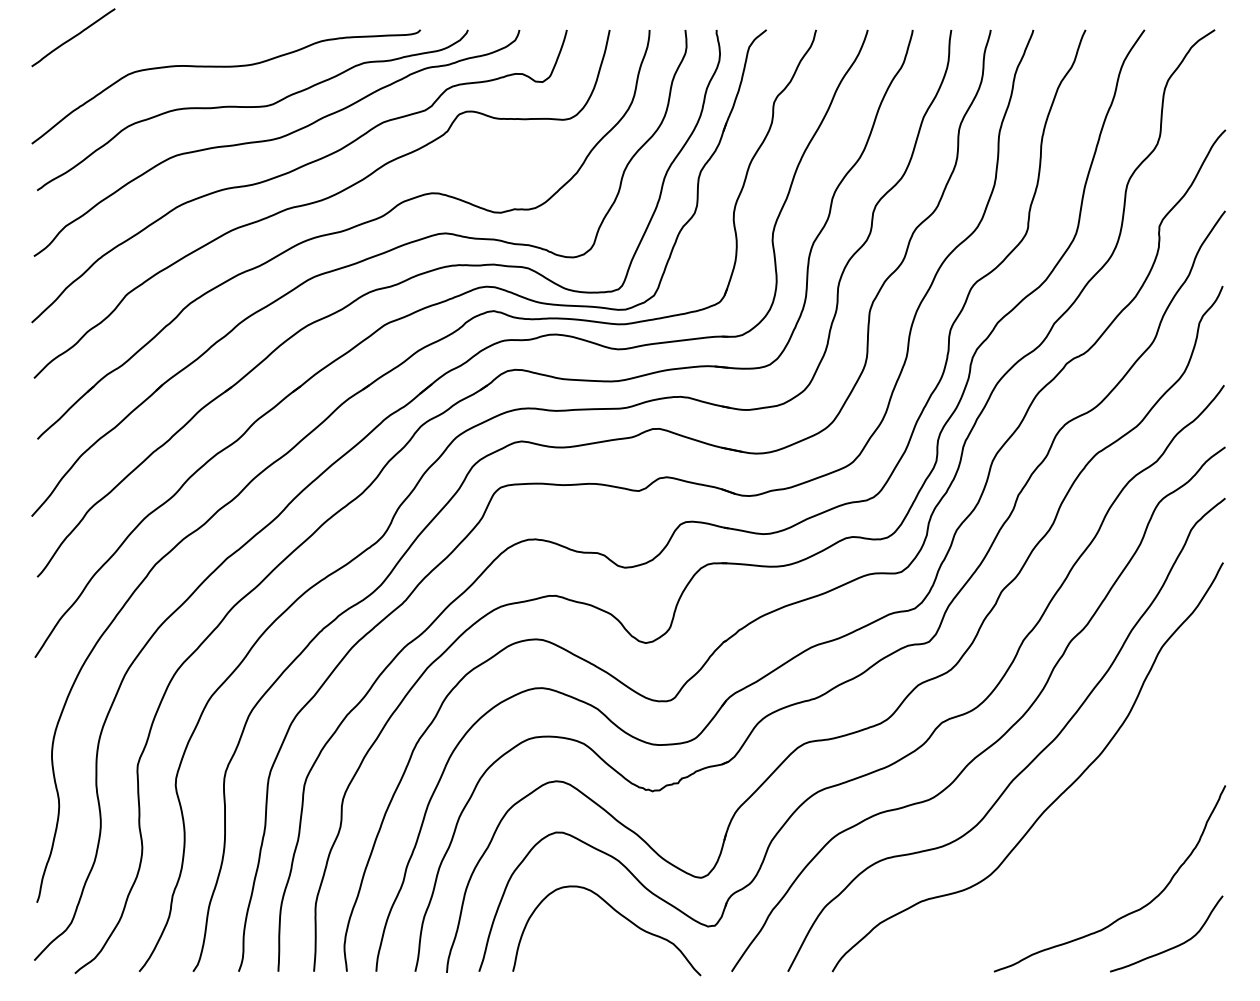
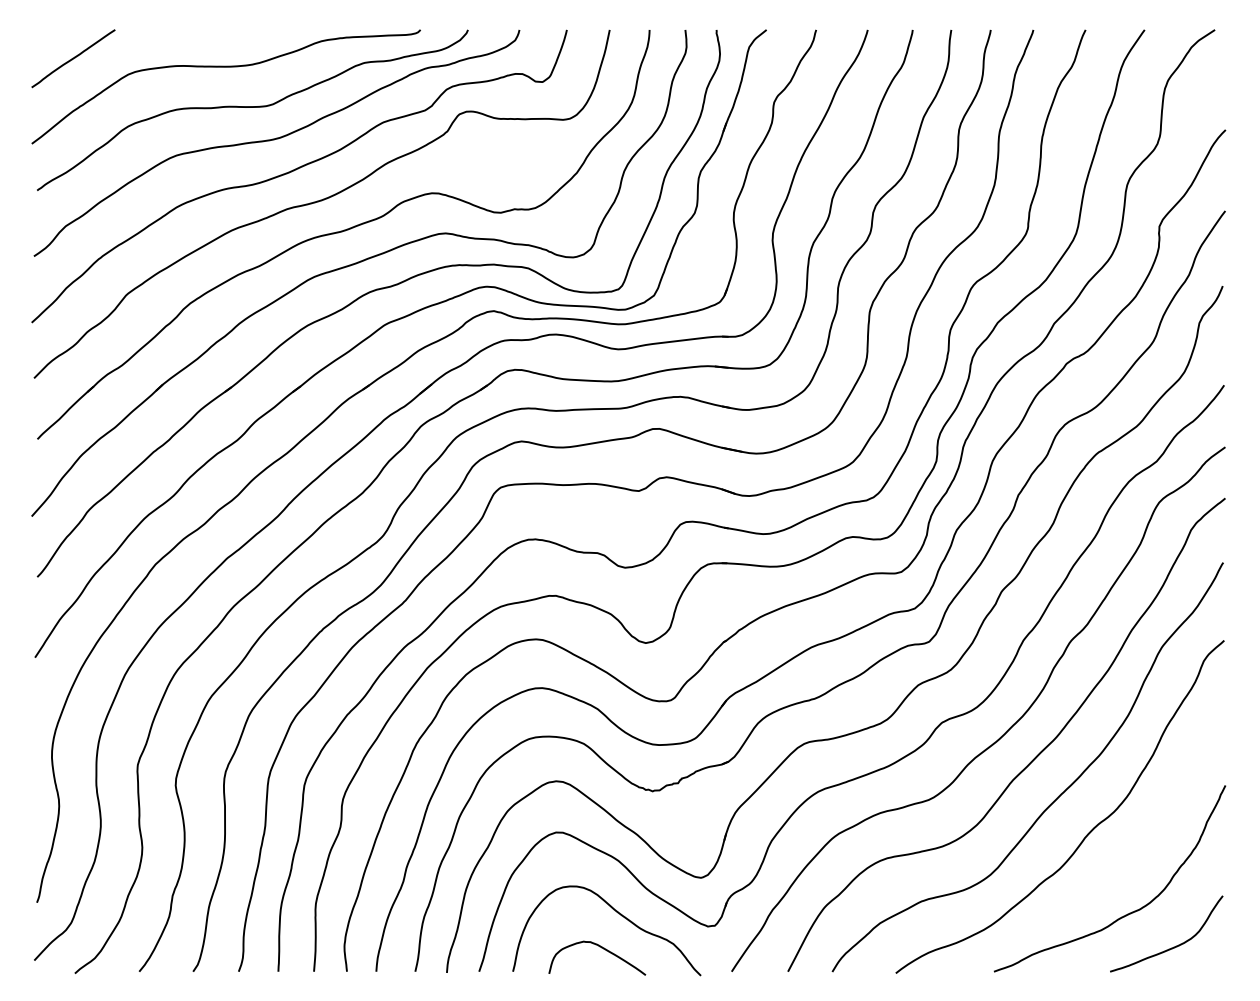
line at (73, 37) position: (73, 37) -> (73, 58)
curve at (1087, 833): none -> present
curve at (601, 948): none -> present
